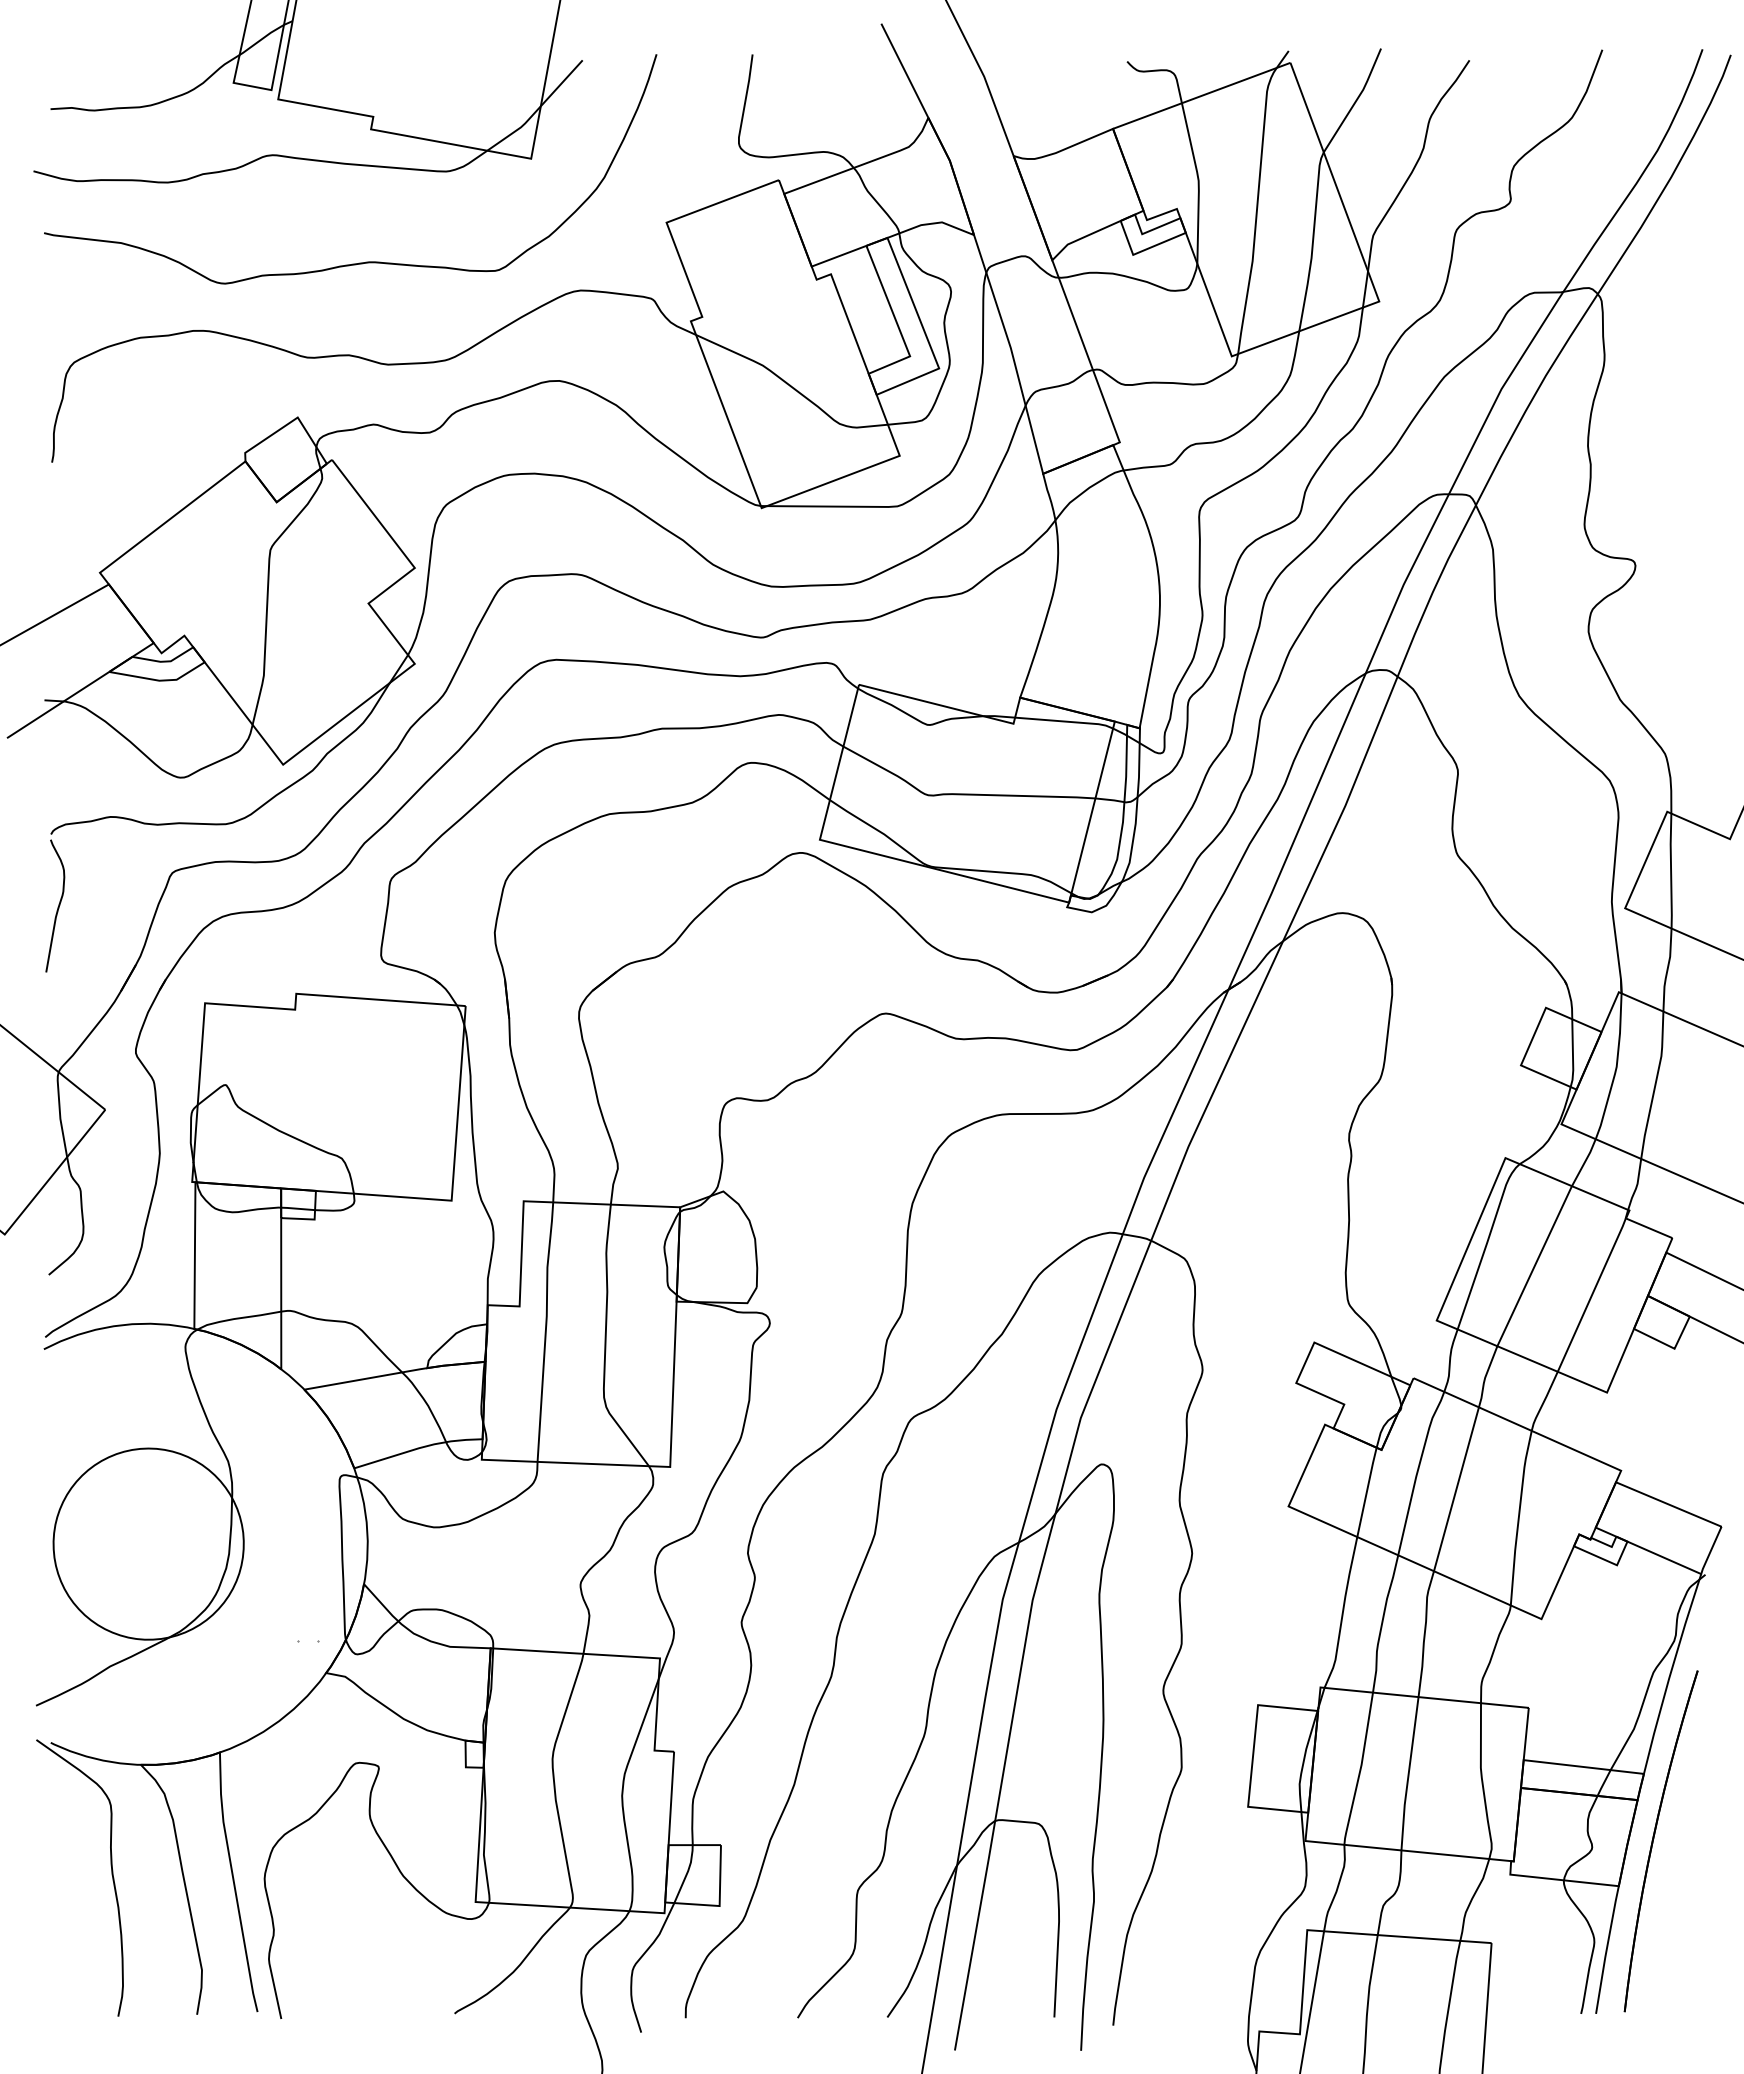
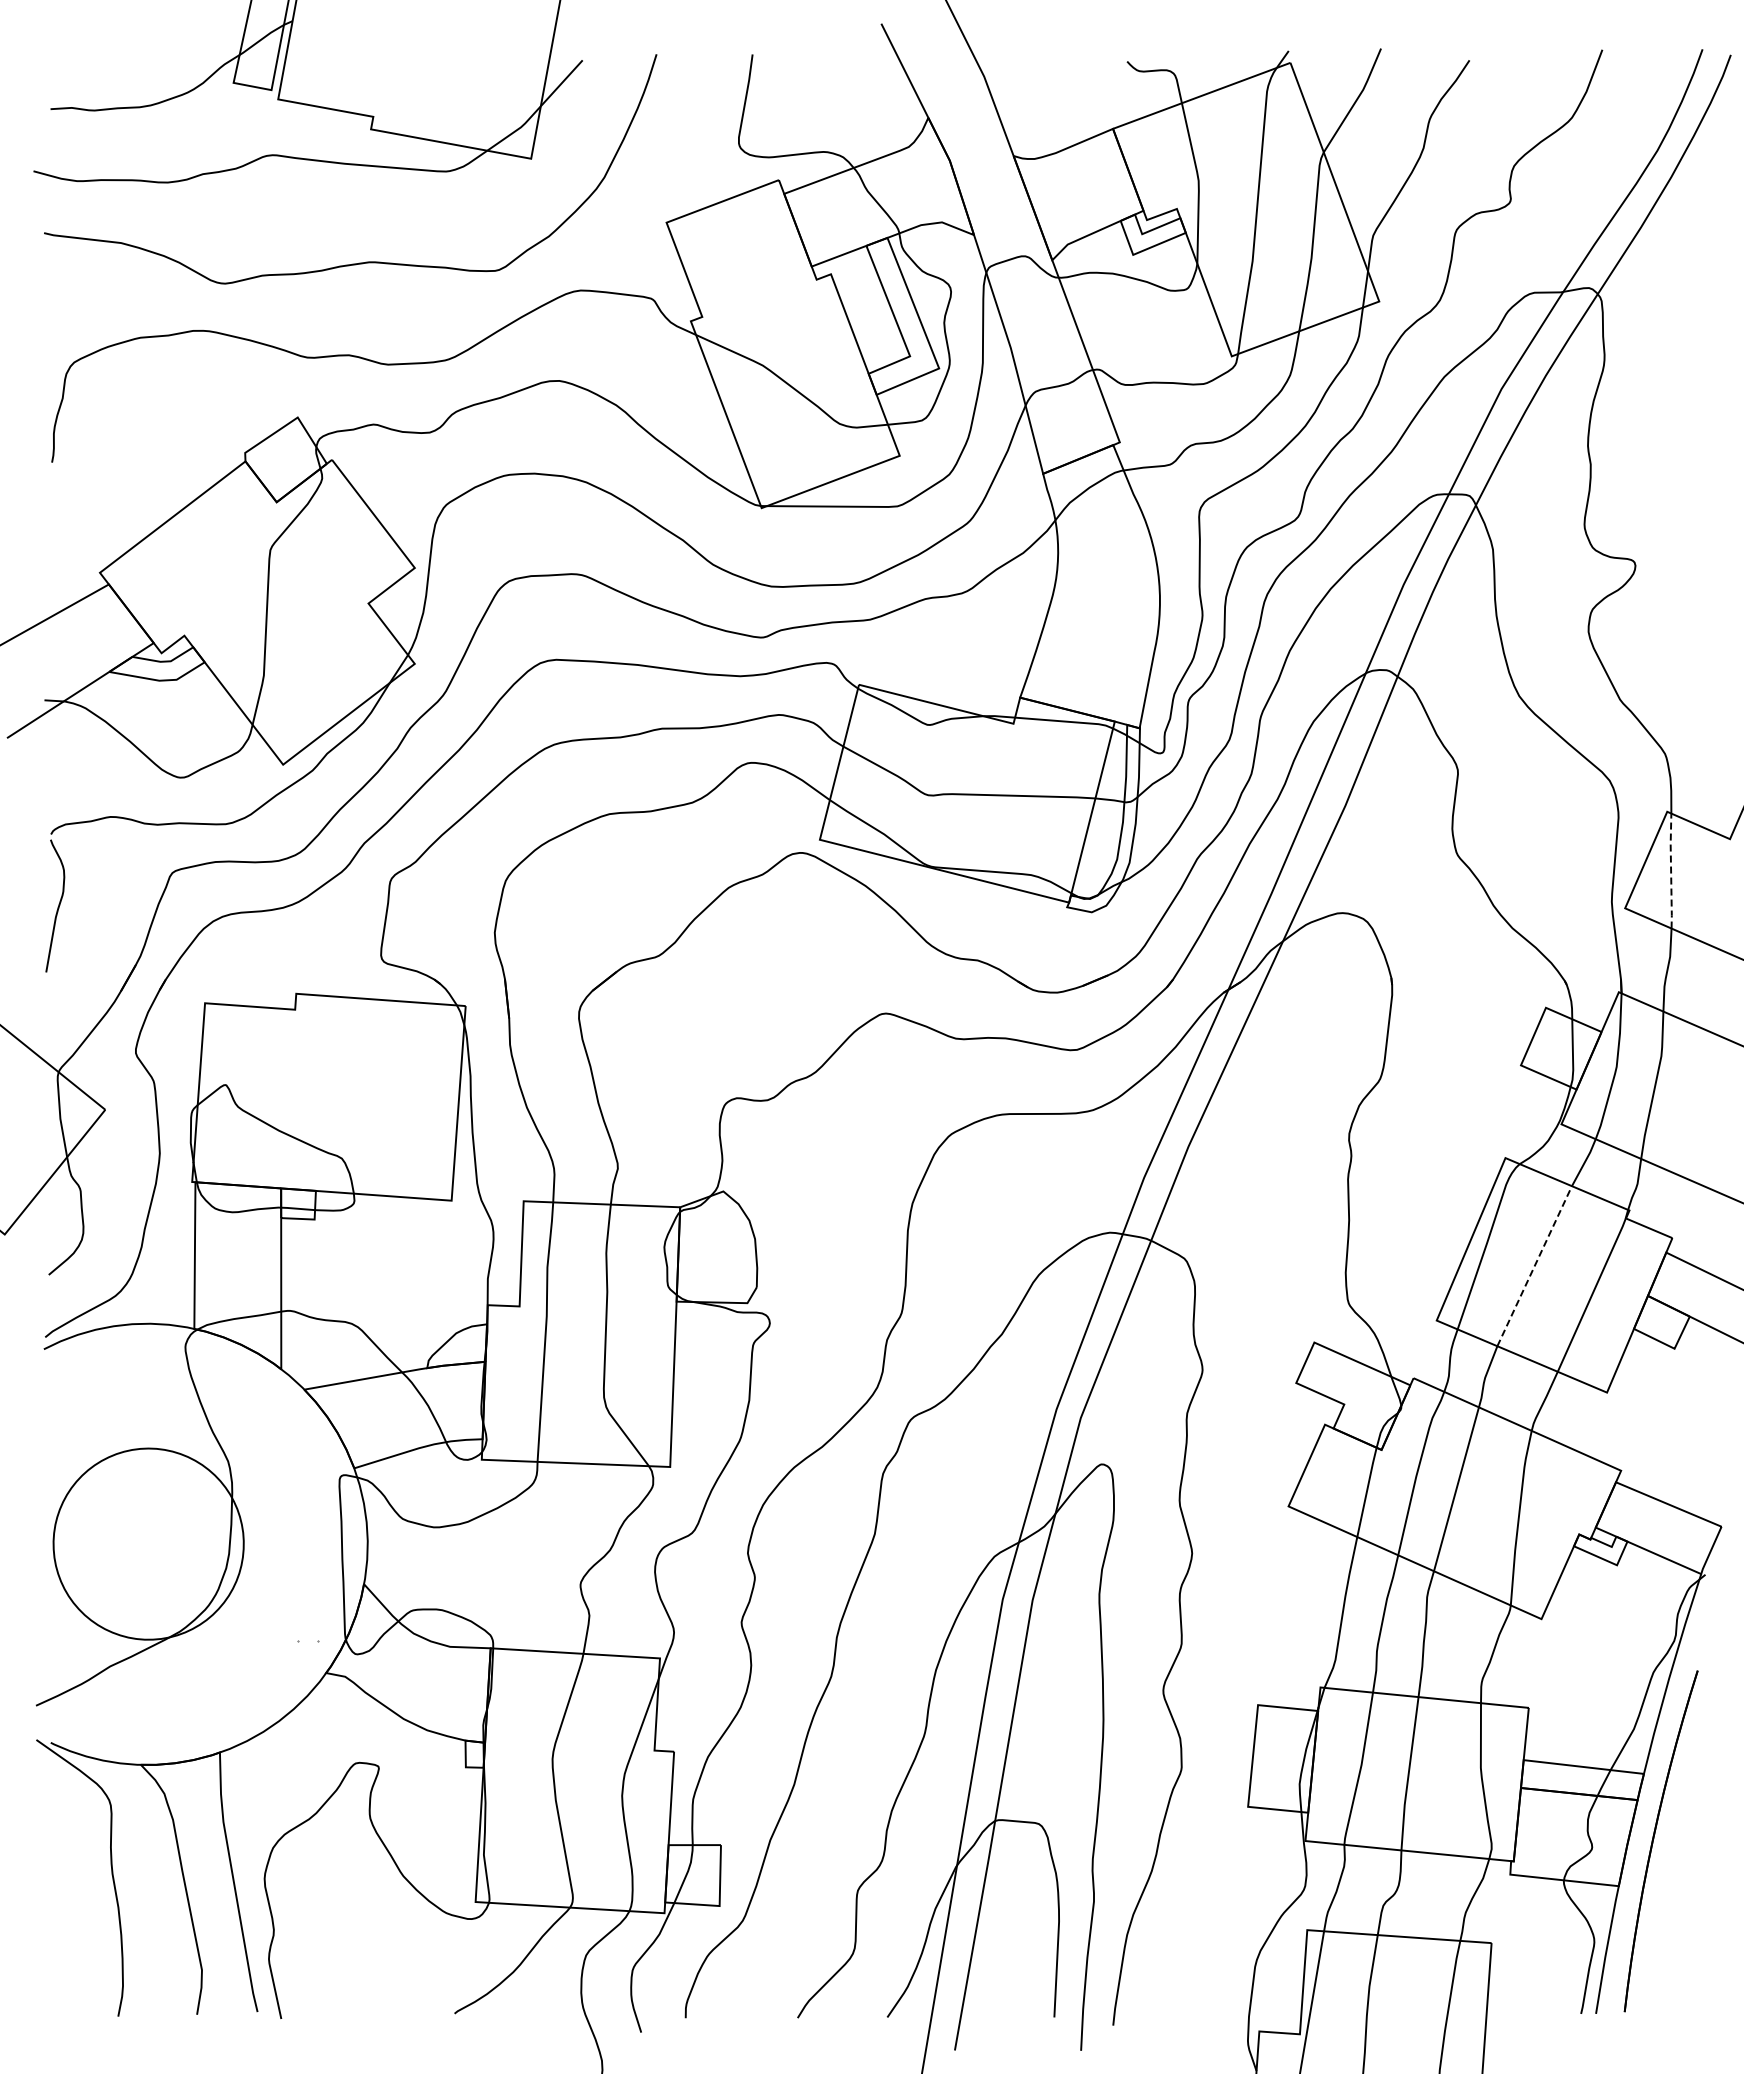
line at (1671, 870): solid -> dashed
line at (1534, 1265): solid -> dashed
